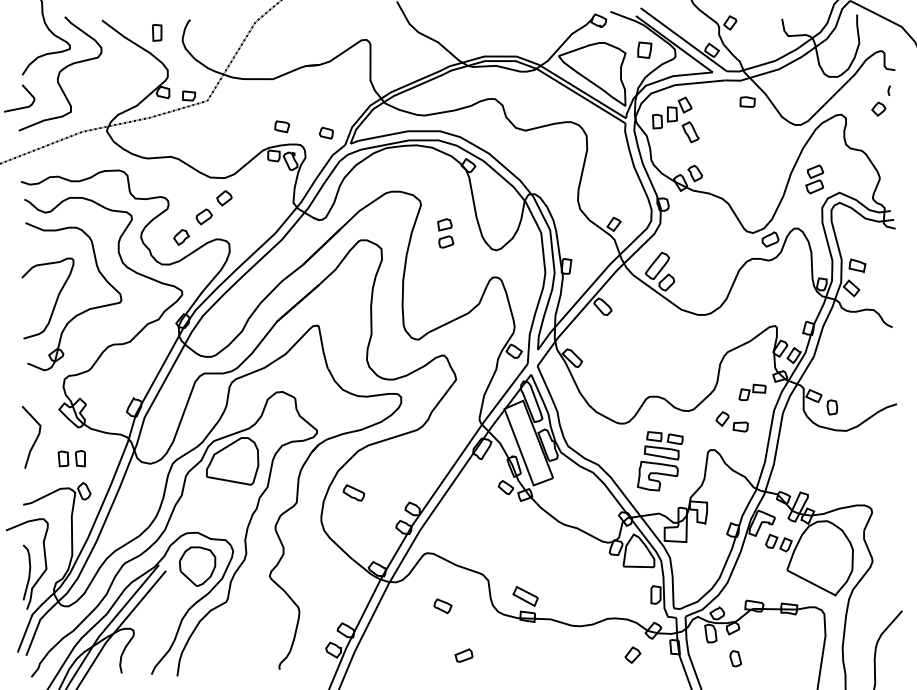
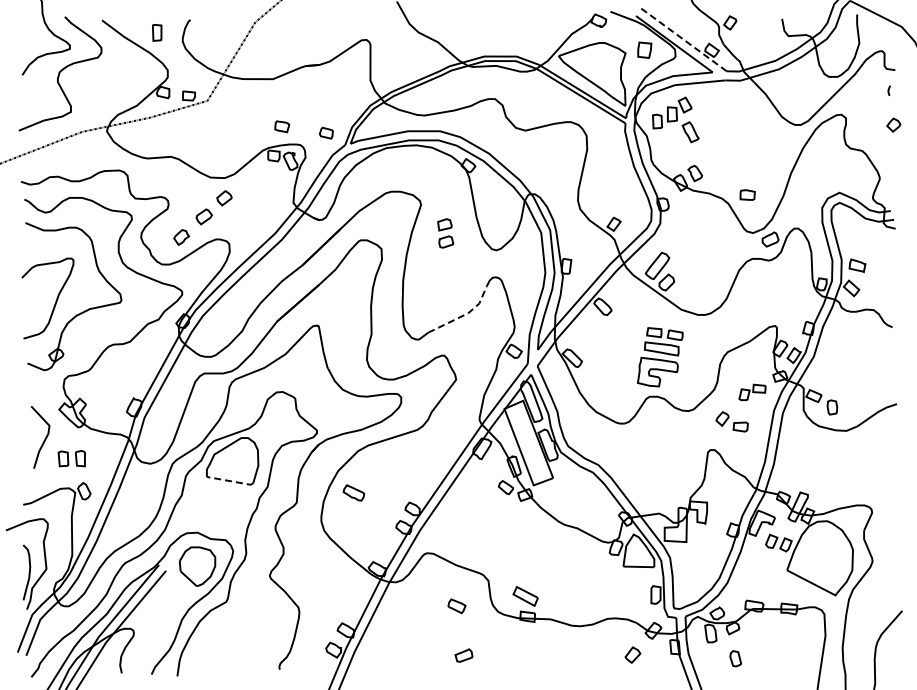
line at (683, 39): solid -> dashed
part at (747, 101) position: (747, 101) -> (747, 194)
curve at (19, 107): present -> none
part at (878, 108) position: (878, 108) -> (893, 124)
part at (814, 179): present -> none
line at (464, 314): solid -> dashed
line at (35, 438) position: (35, 438) -> (44, 438)
part at (660, 461) position: (660, 461) -> (660, 357)
line at (230, 481): solid -> dashed
part at (442, 606) position: (442, 606) -> (456, 606)
